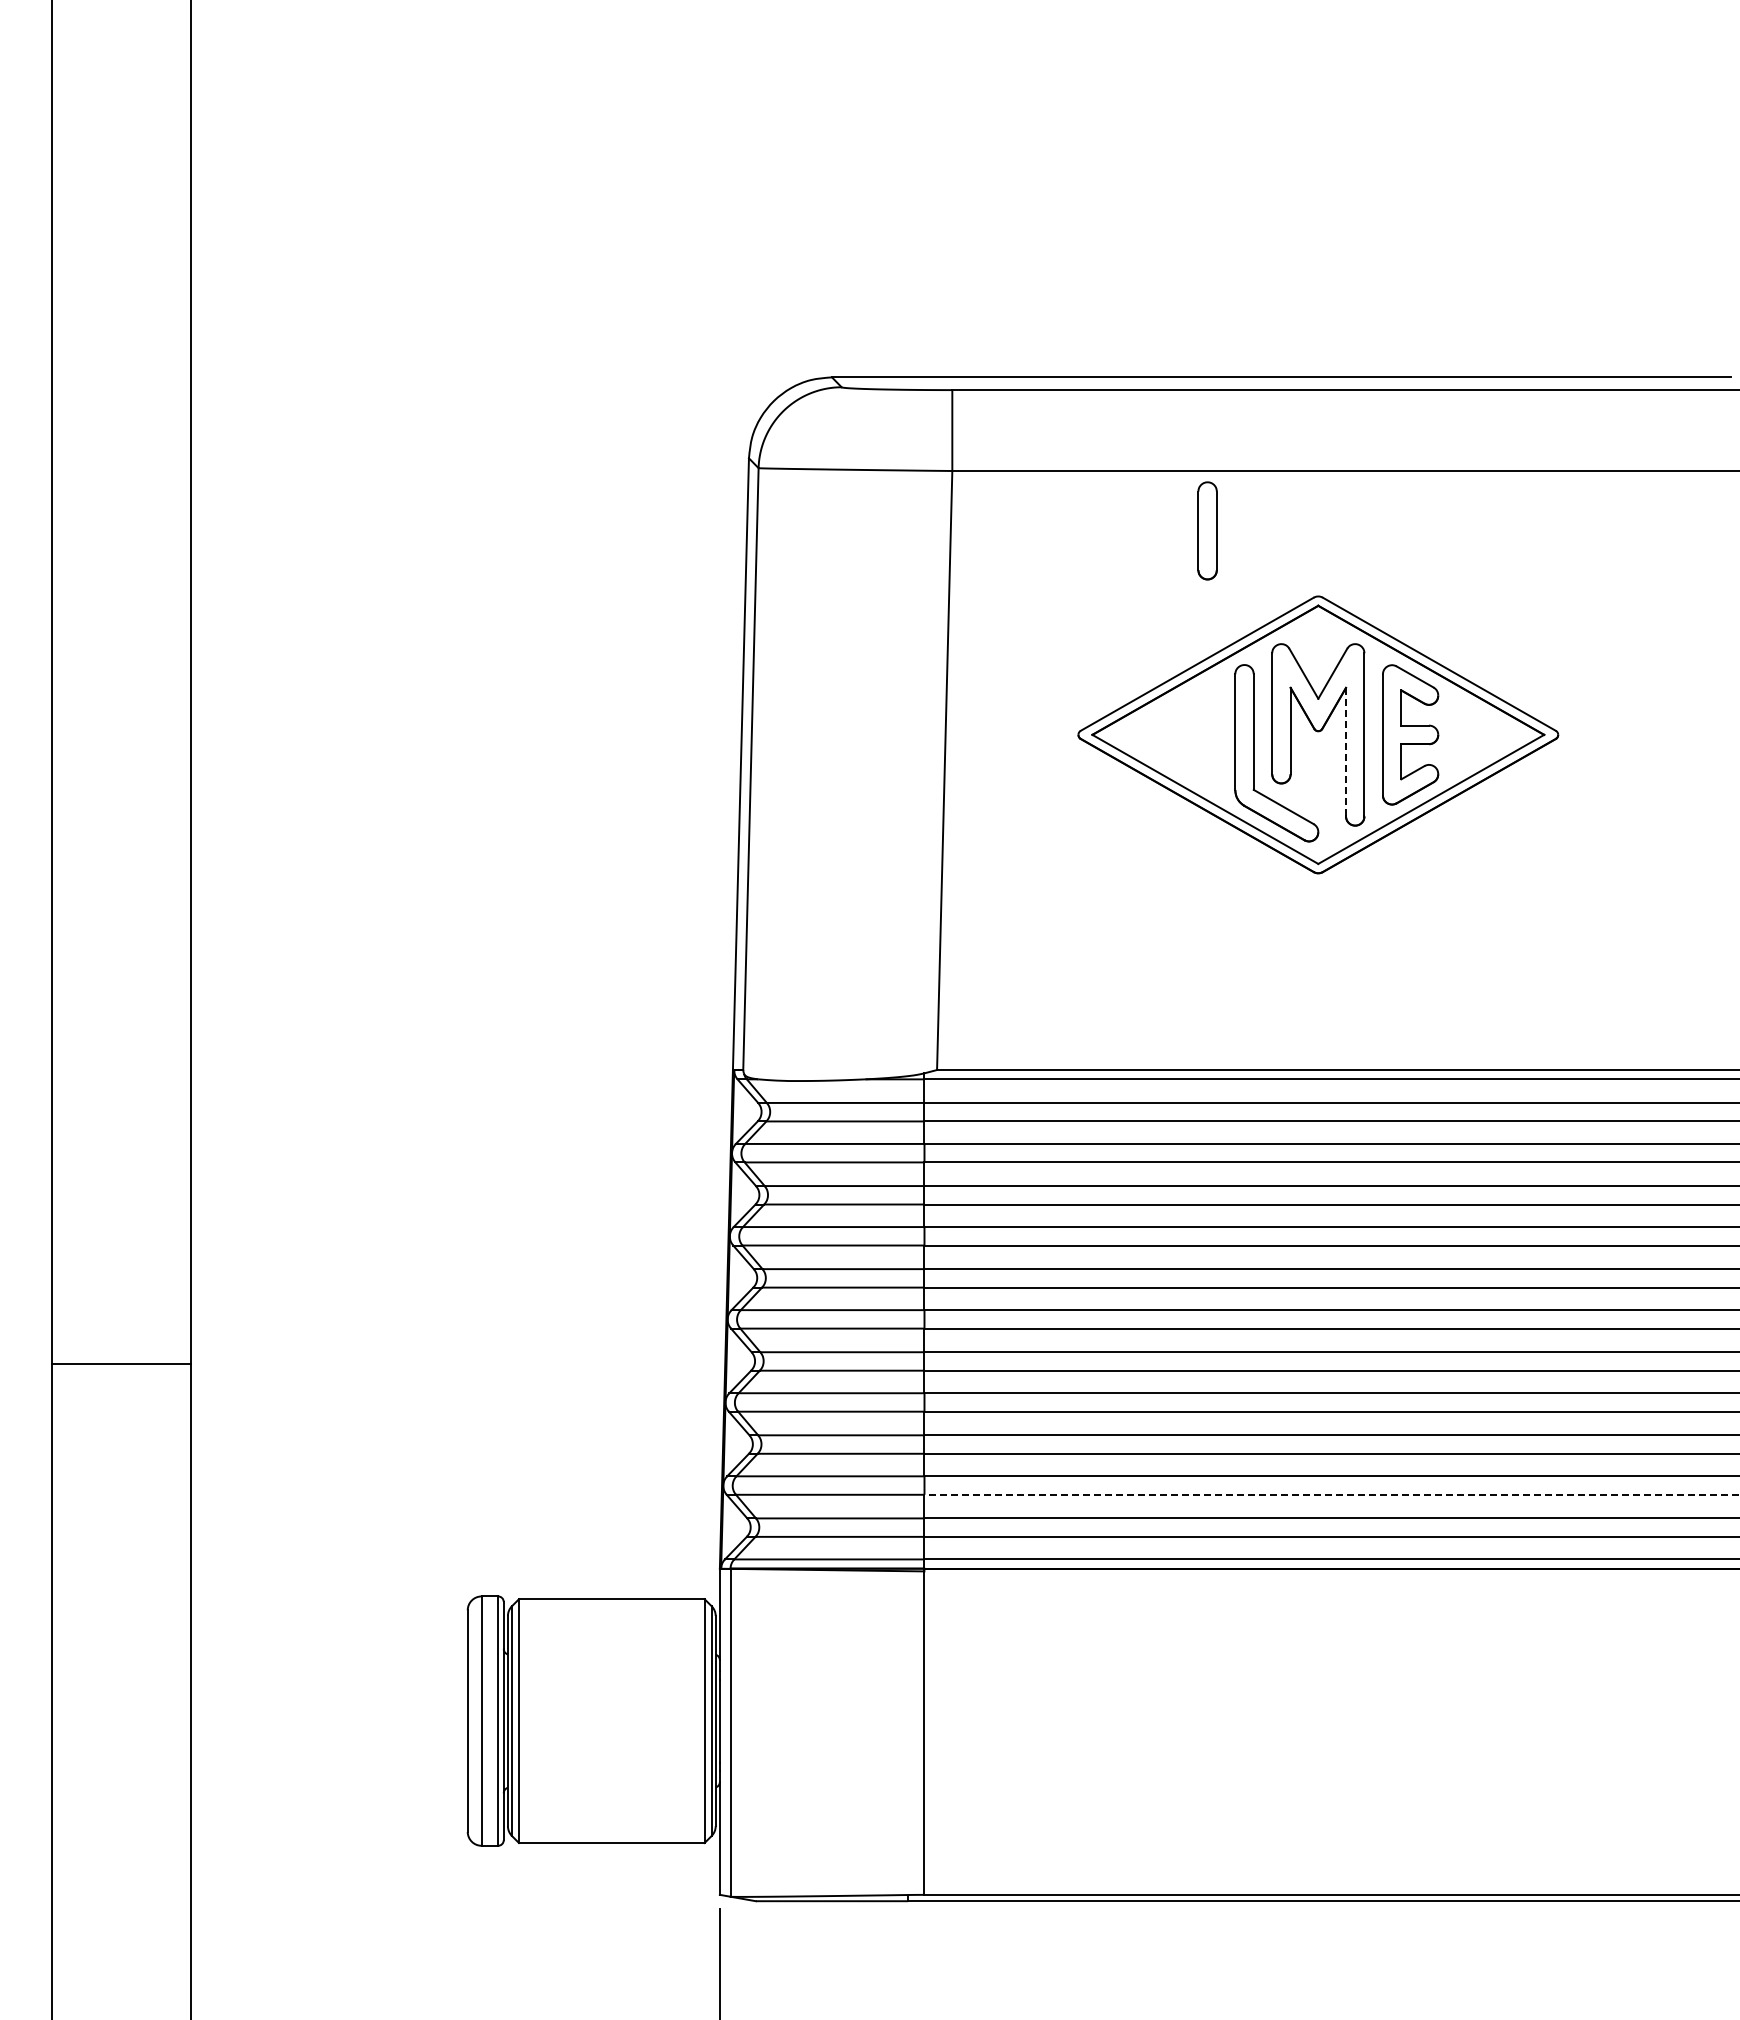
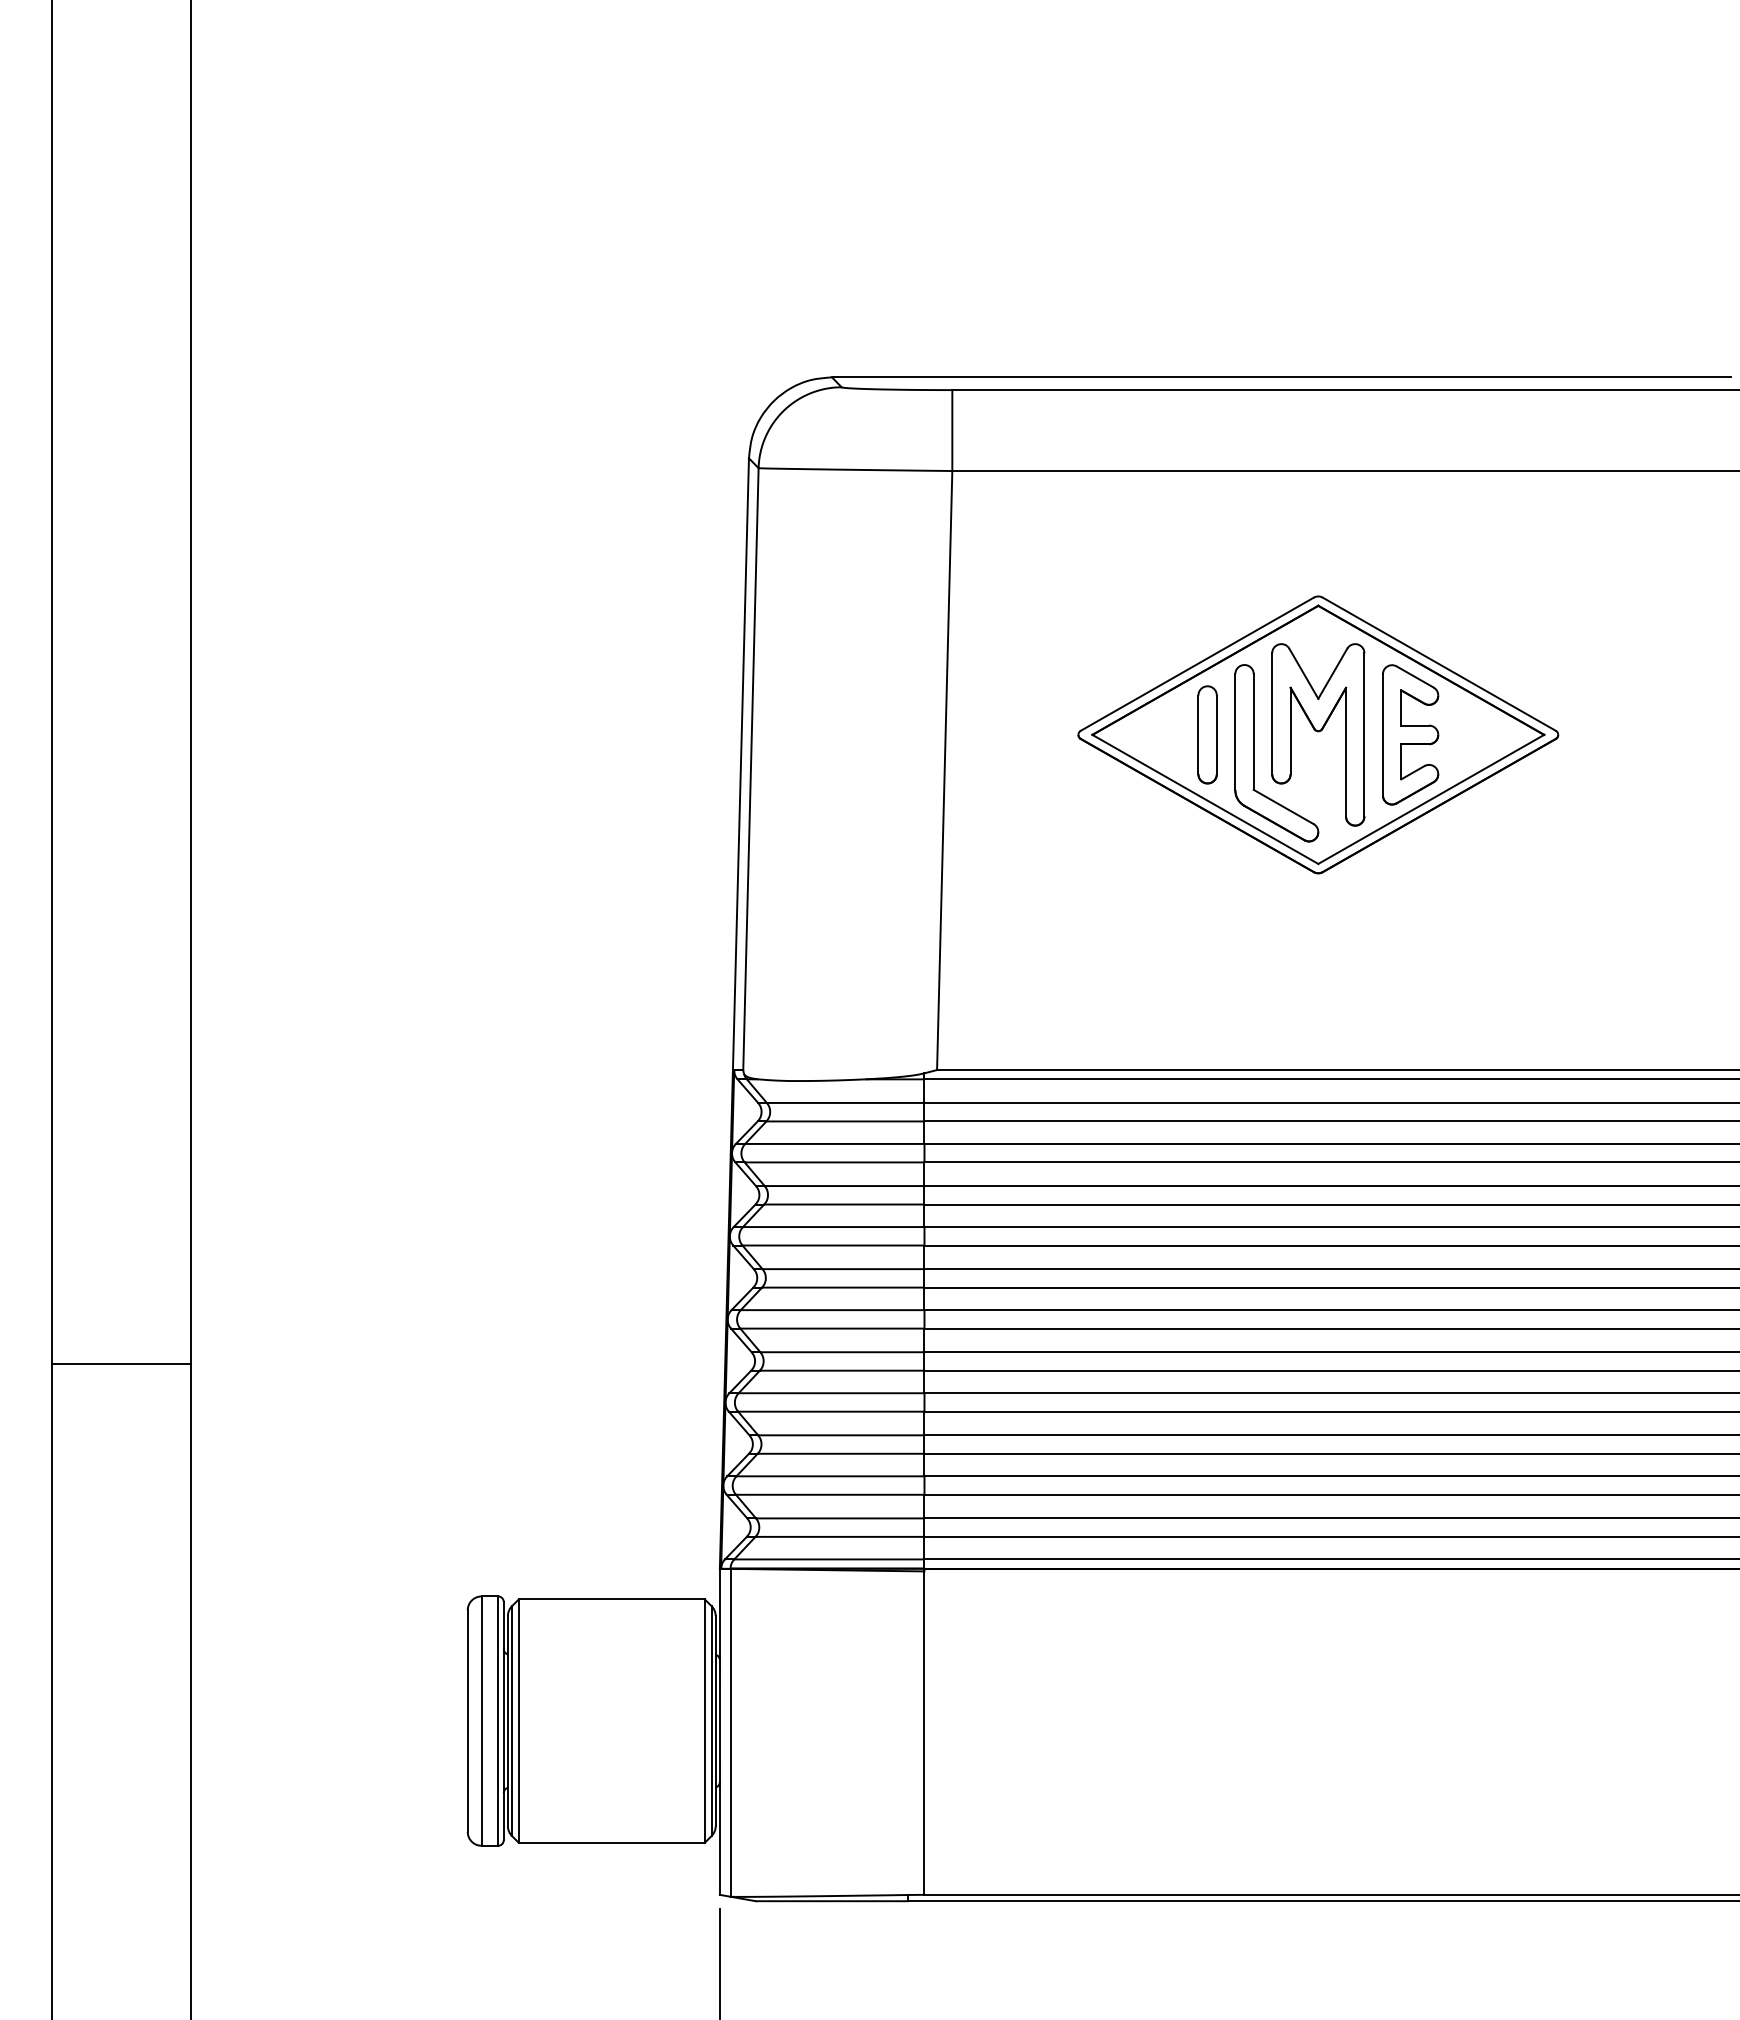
part at (1207, 530) position: (1207, 530) -> (1207, 734)
line at (1346, 752): dashed -> solid
line at (1331, 1494): dashed -> solid
